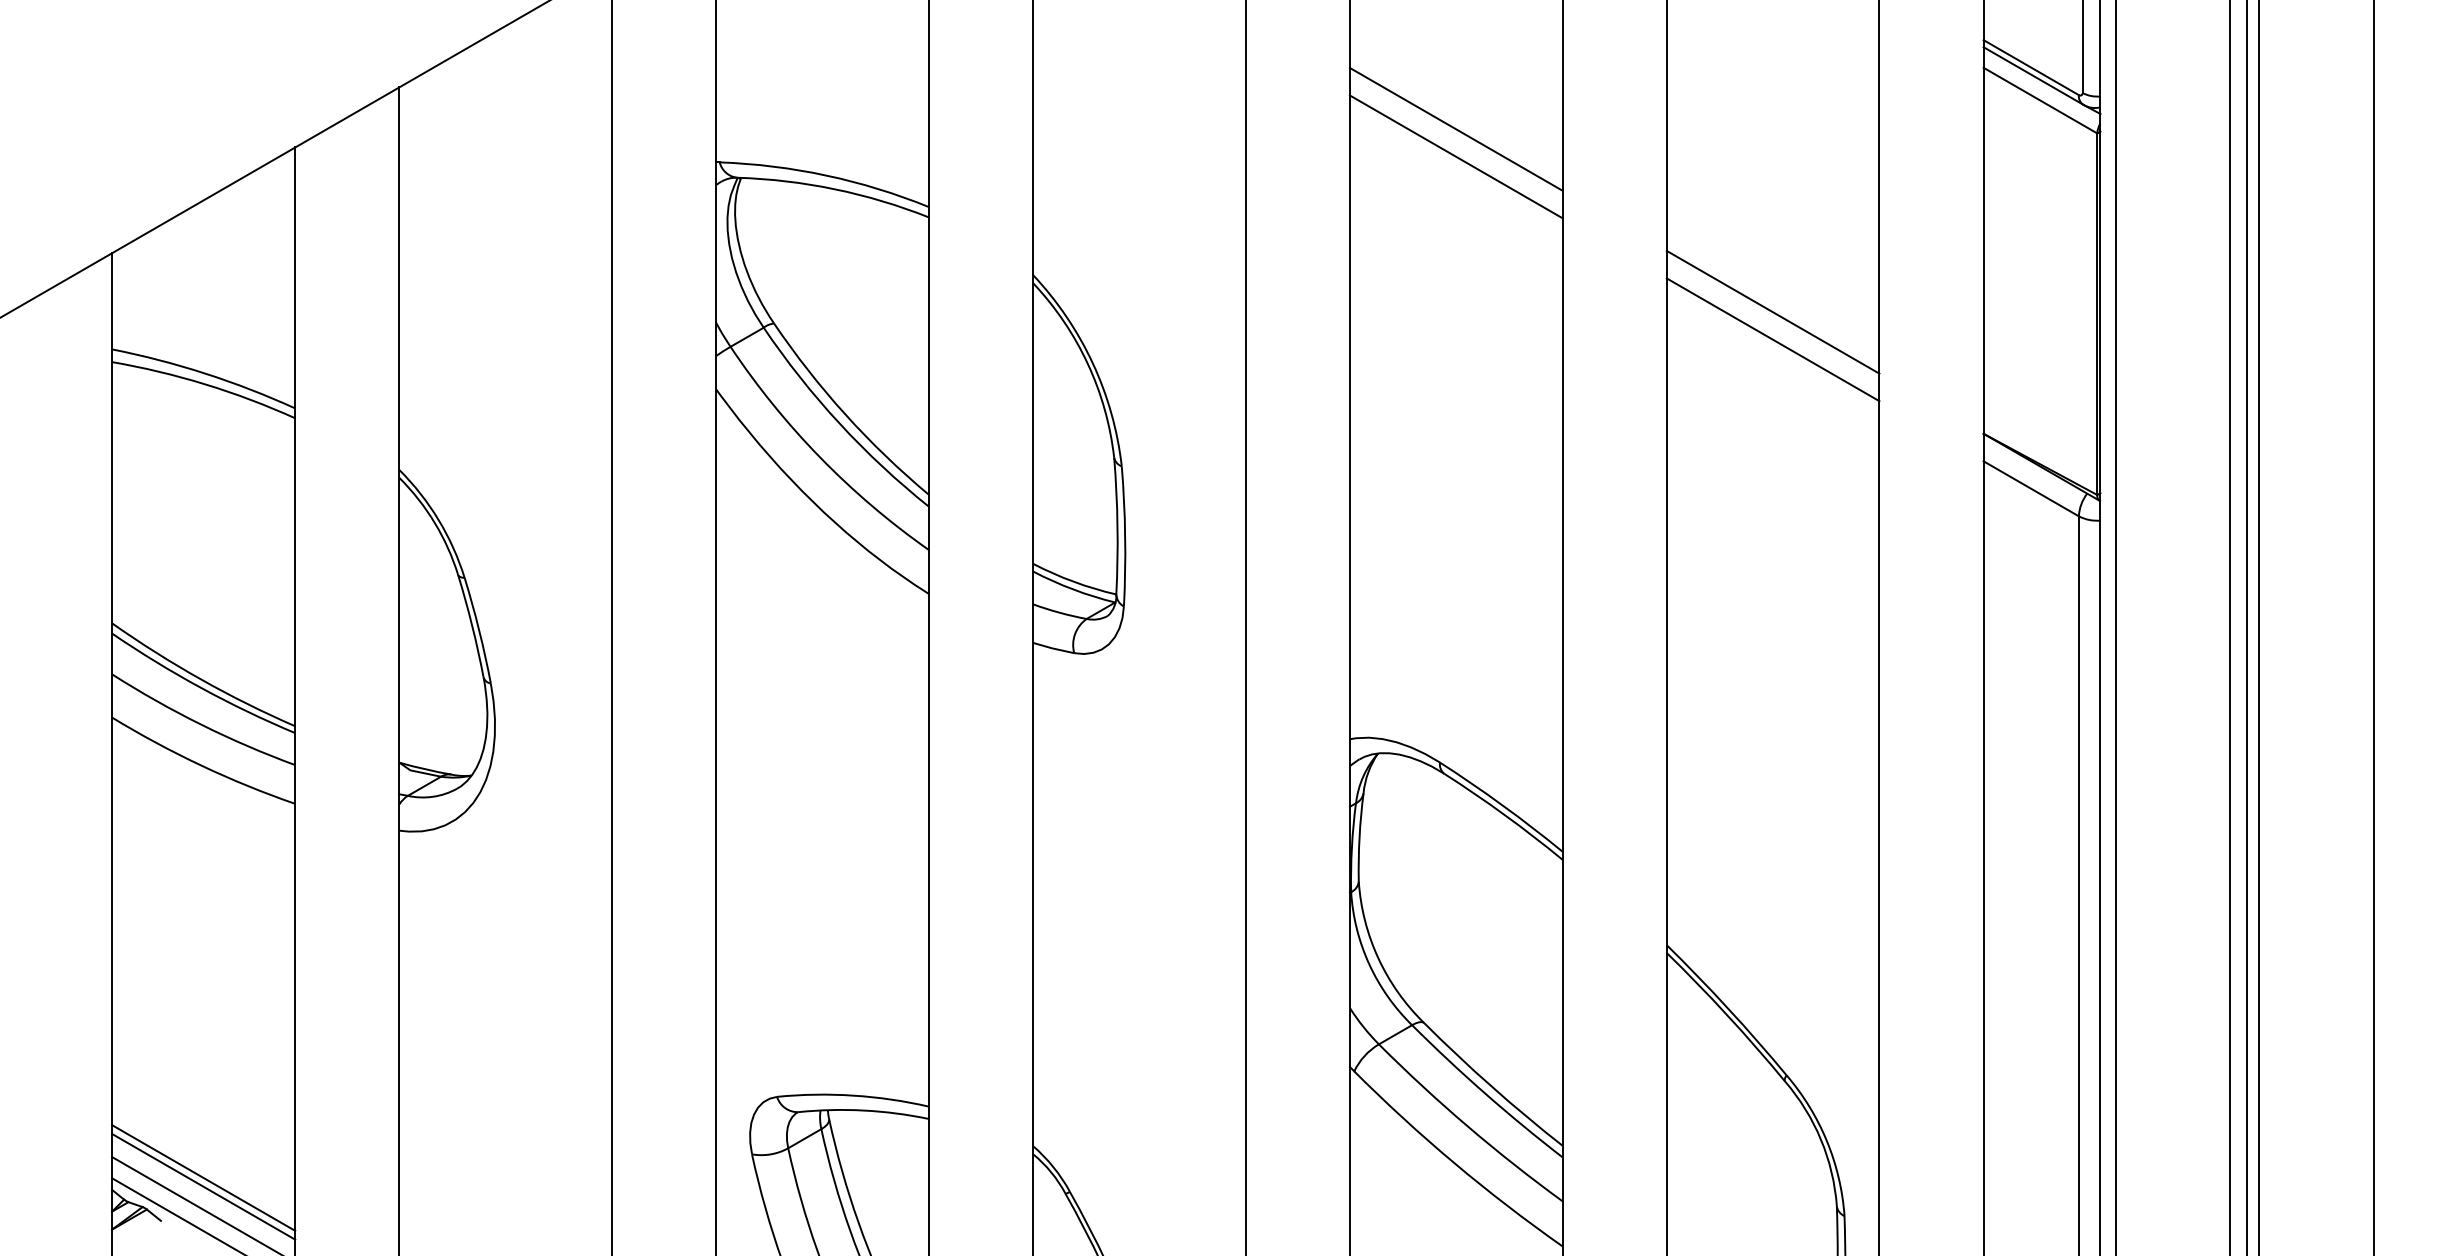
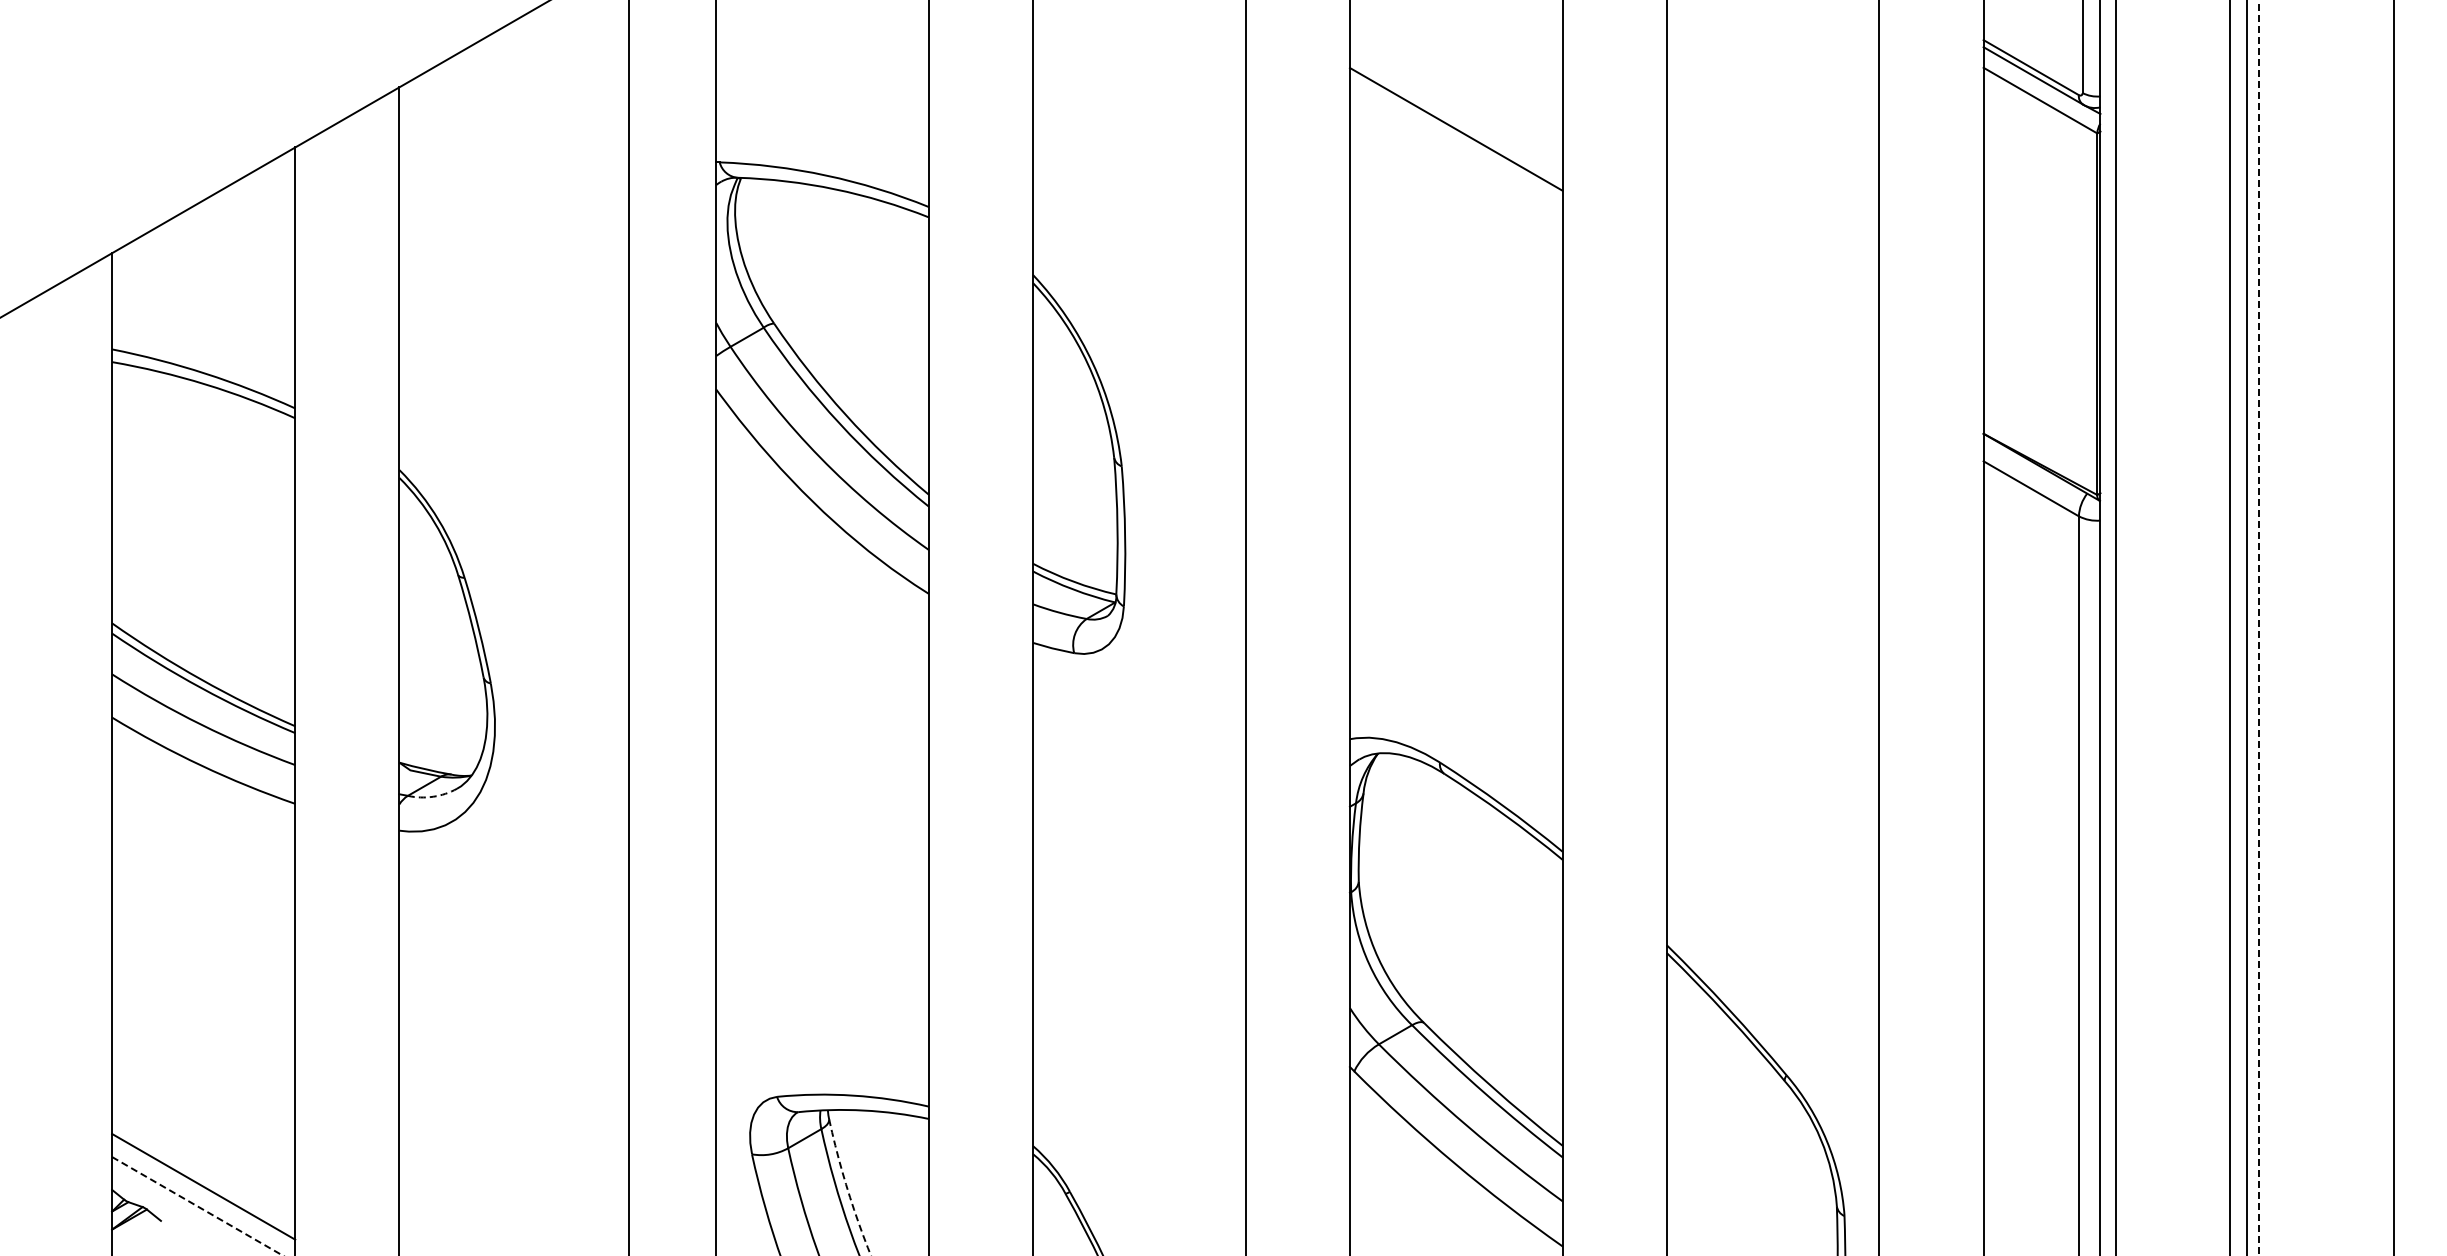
line at (1455, 156): present -> none
line at (1772, 311): present -> none
line at (1772, 339): present -> none
line at (612, 627) position: (612, 627) -> (629, 627)
line at (2373, 627) position: (2373, 627) -> (2393, 627)
line at (2259, 628): solid -> dashed
arc at (433, 796): solid -> dashed
line at (203, 1177): present -> none
arc at (847, 1188): solid -> dashed
line at (197, 1206): solid -> dashed
line at (176, 1215): present -> none
